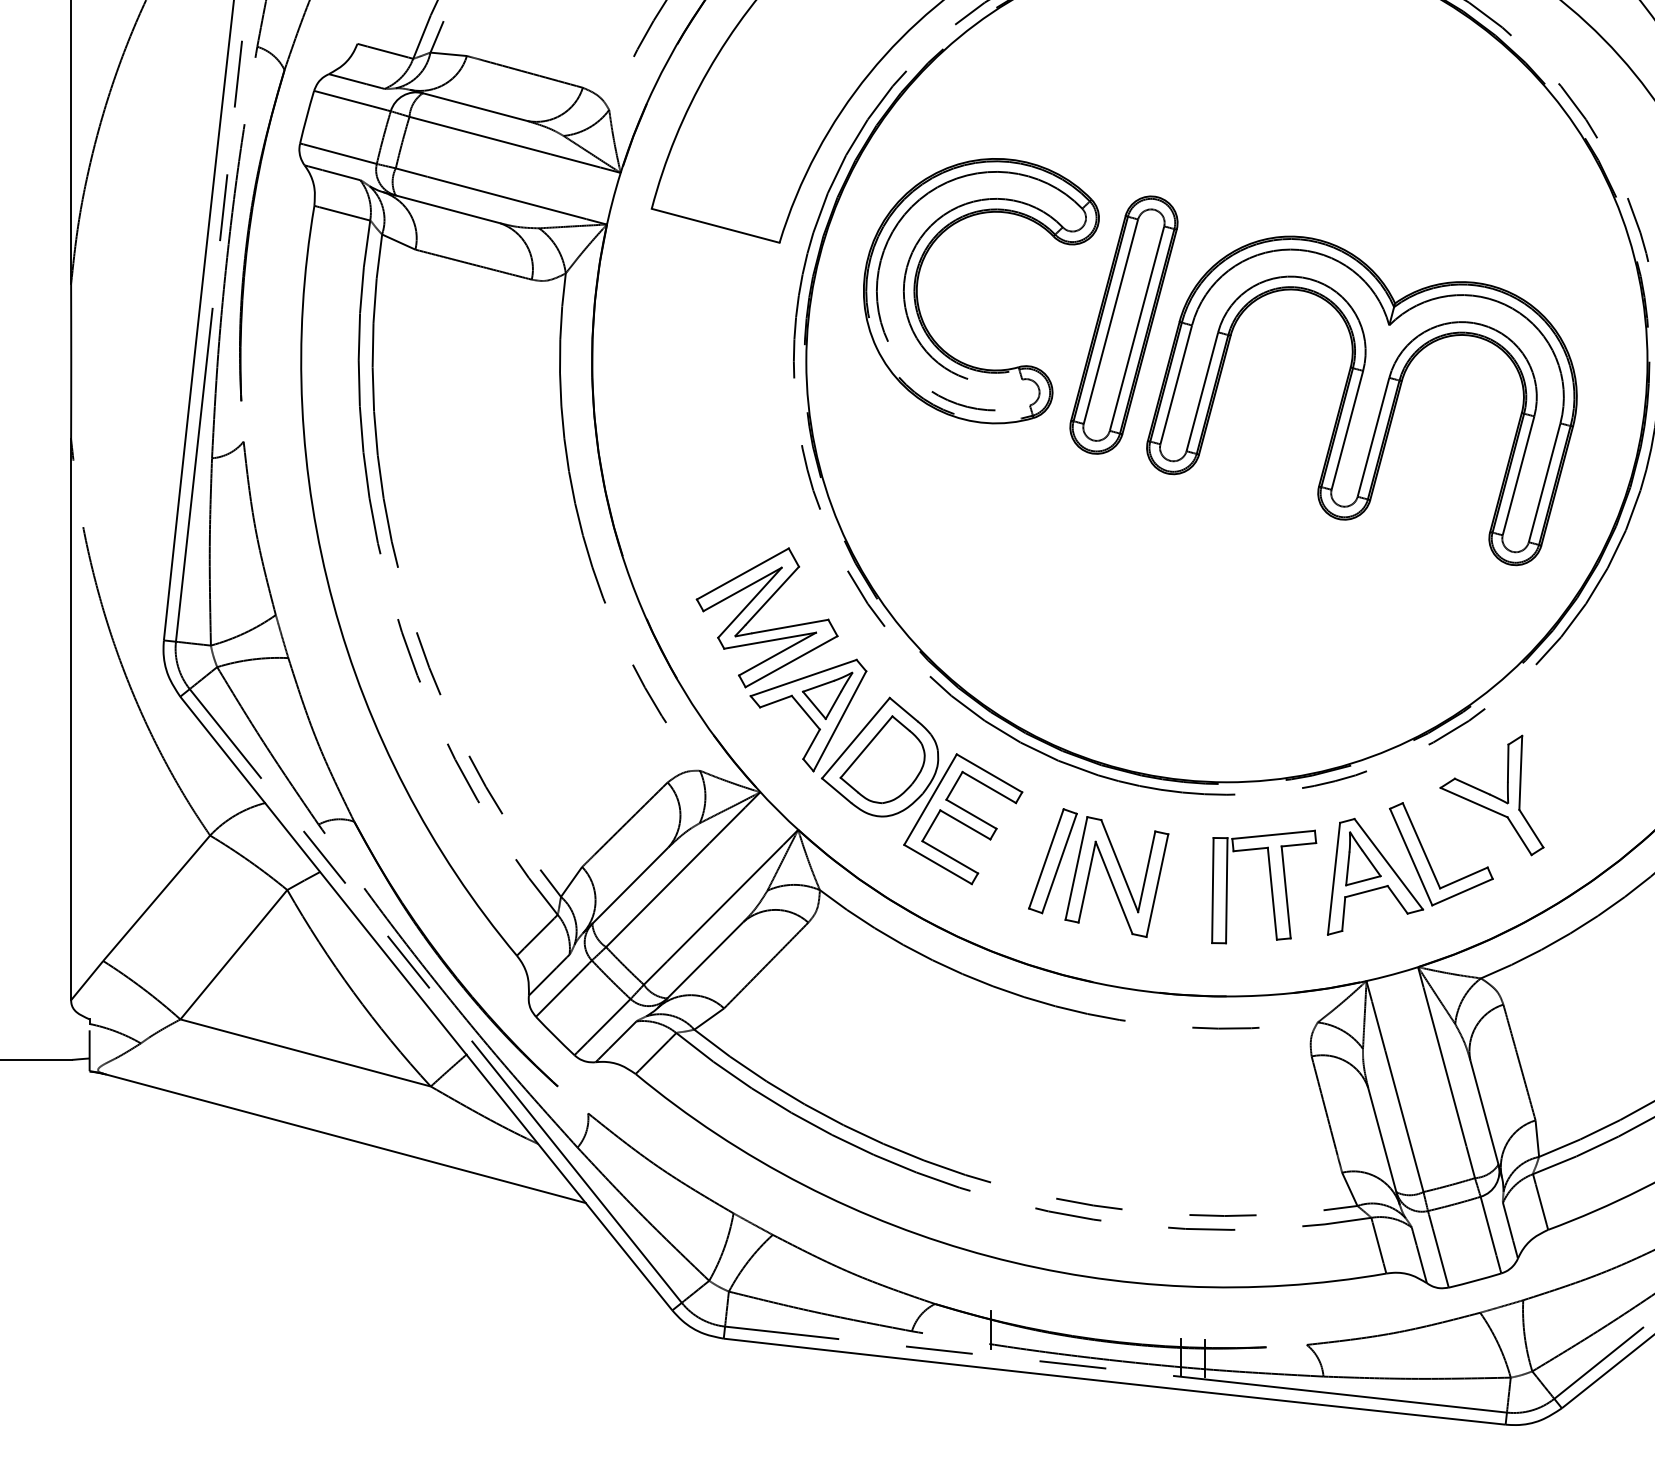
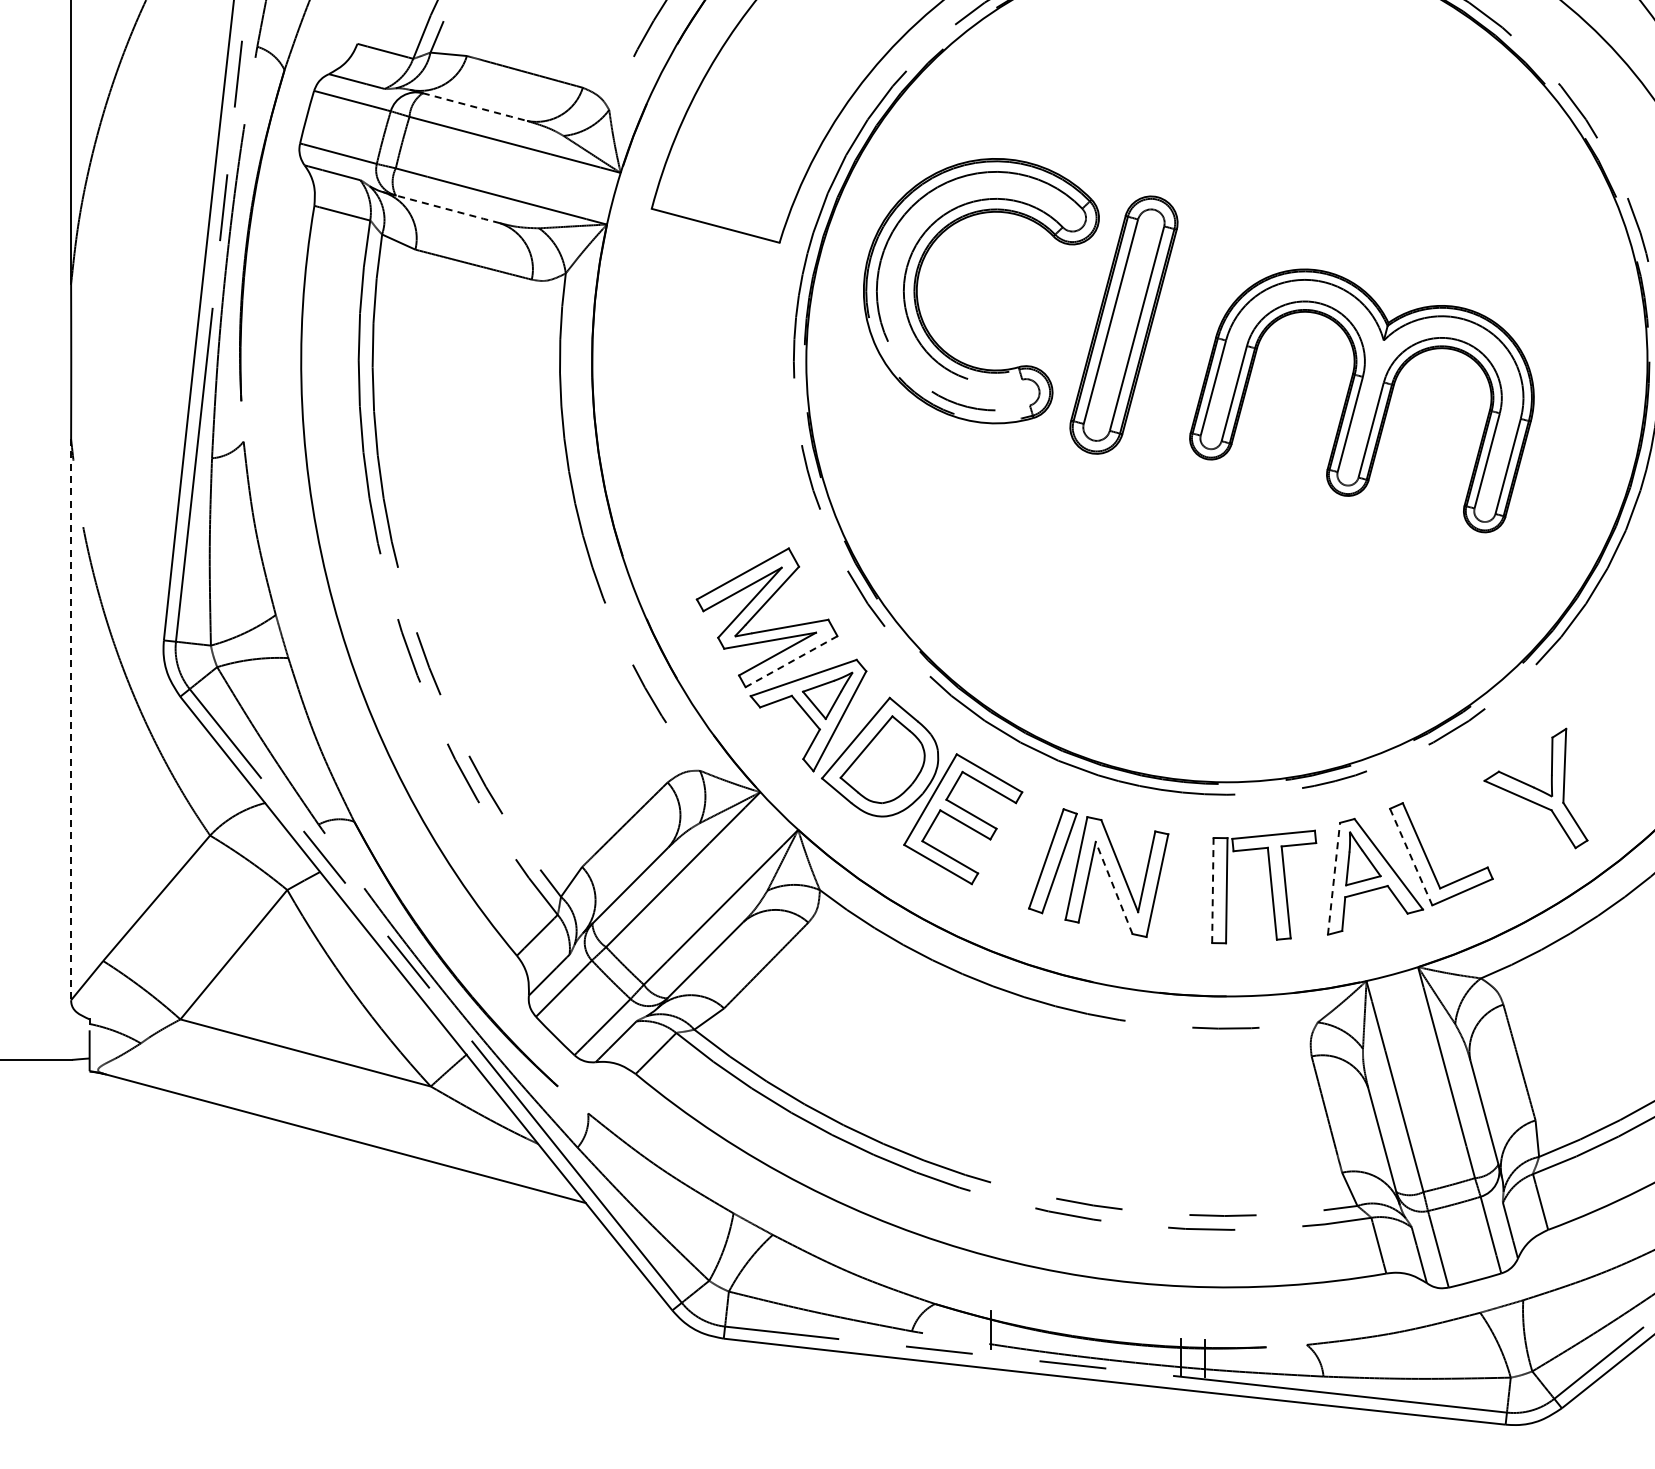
line at (475, 107): solid -> dashed
line at (448, 209): solid -> dashed
part at (1361, 400) size: 432x332 px -> 346x266 px
line at (791, 661): solid -> dashed
line at (71, 719): solid -> dashed
part at (1491, 795) position: (1491, 795) -> (1535, 788)
line at (1411, 857): solid -> dashed
line at (1334, 878): solid -> dashed
line at (1114, 887): solid -> dashed
line at (1212, 890): solid -> dashed
